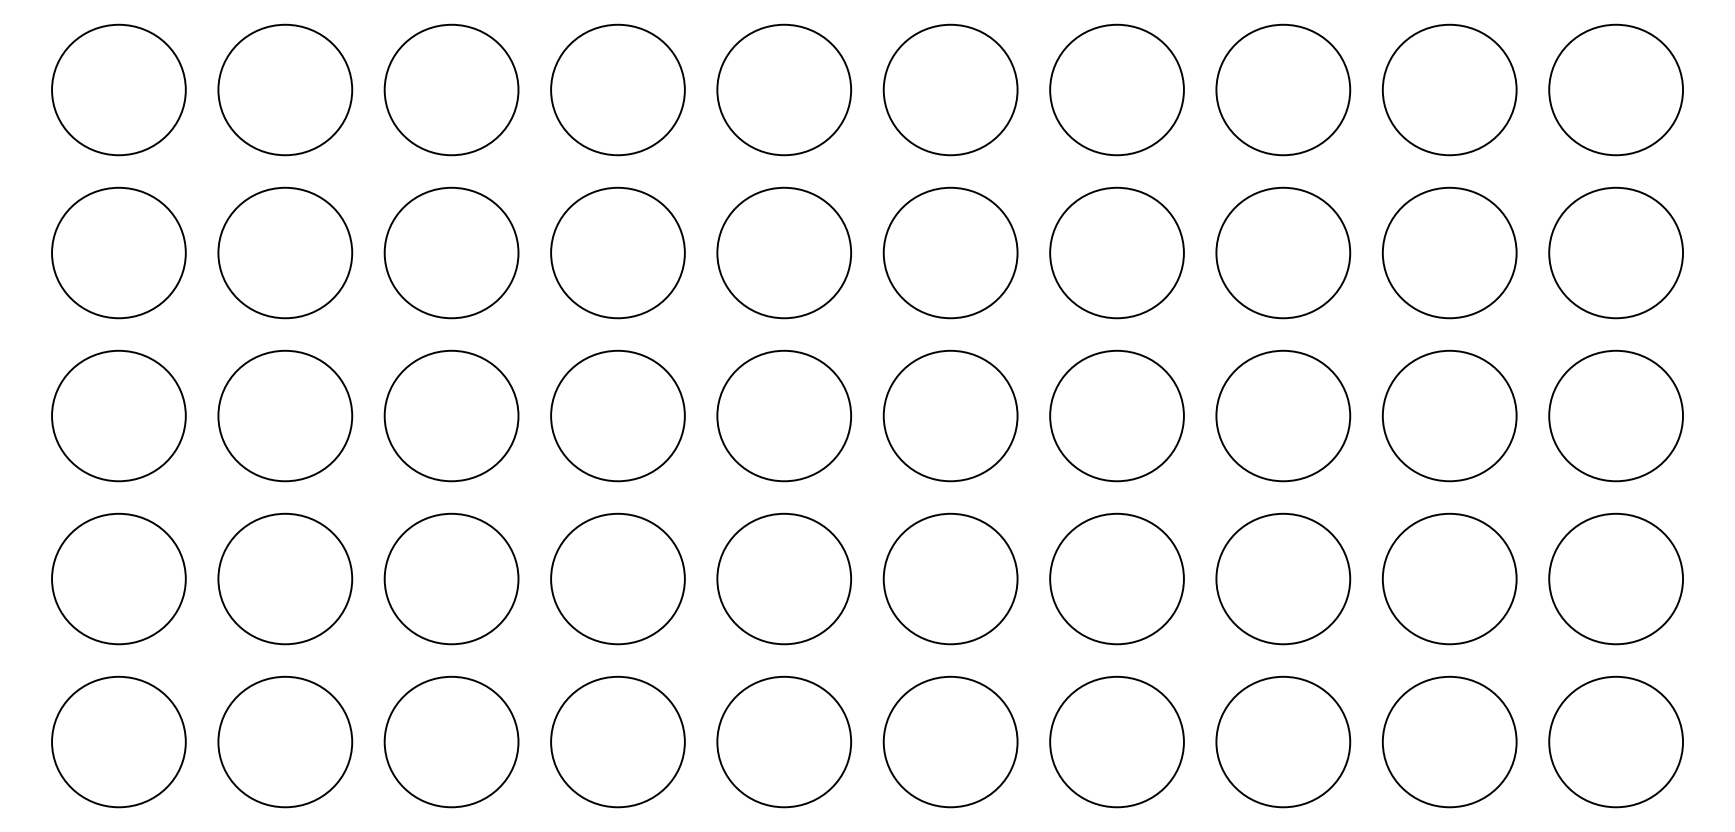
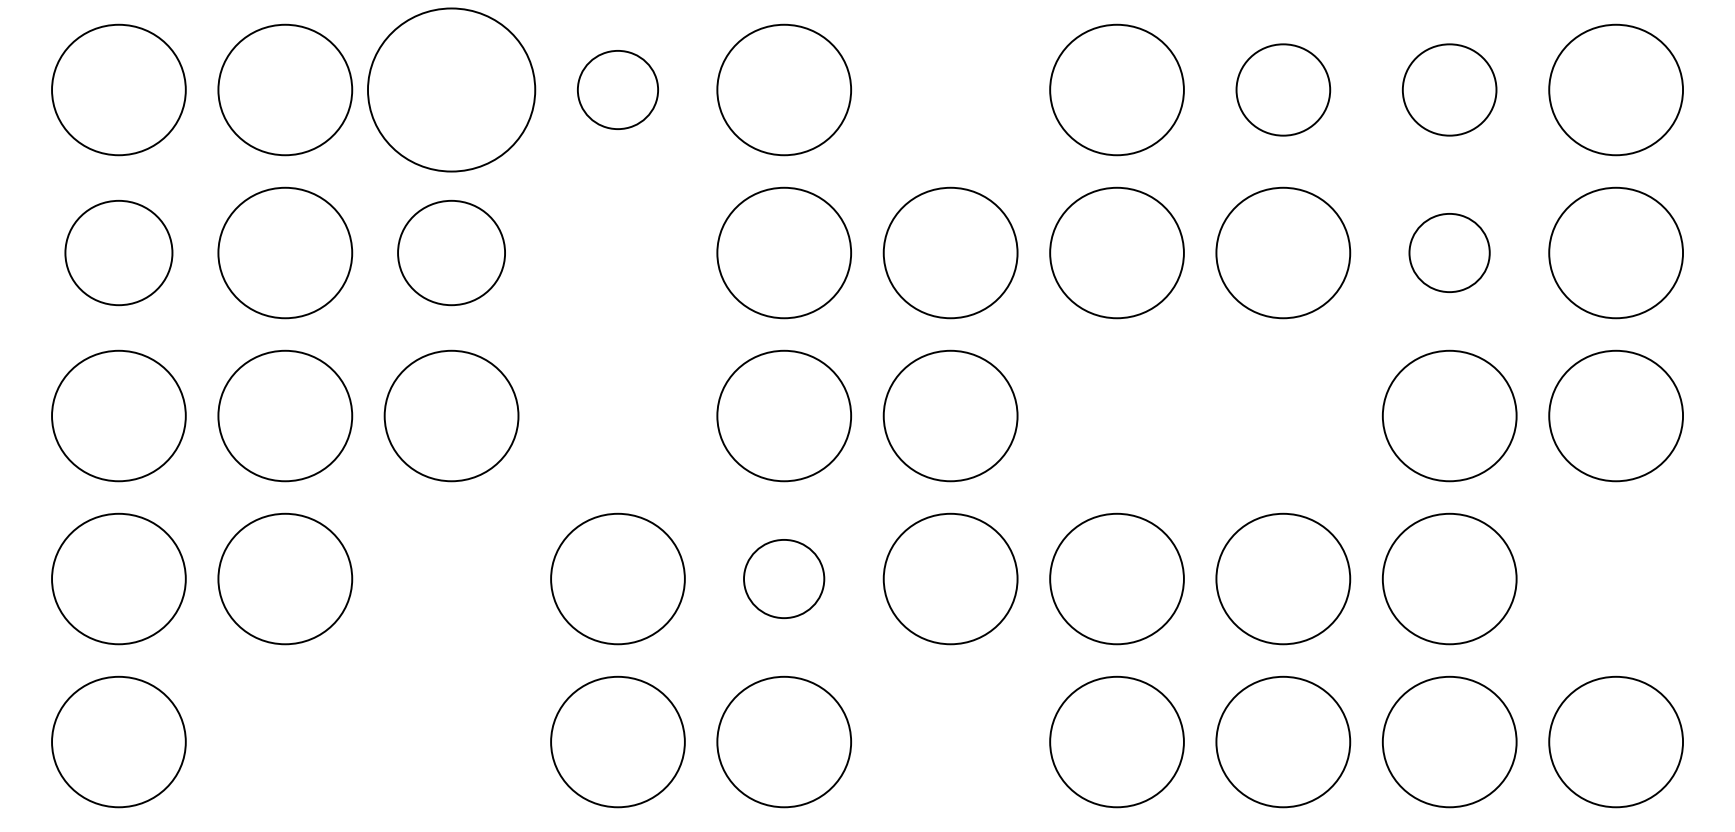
part at (451, 89) size: 137x134 px -> 170x166 px
part at (617, 89) size: 136x134 px -> 82x80 px
part at (950, 89): present -> none
part at (1283, 89) size: 137x134 px -> 97x94 px
part at (1449, 89) size: 137x134 px -> 97x94 px
part at (118, 252) size: 136x134 px -> 110x107 px
part at (451, 252) size: 137x134 px -> 109x108 px
part at (617, 252): present -> none
part at (1449, 252) size: 137x134 px -> 83x80 px
part at (617, 415): present -> none
part at (1116, 415): present -> none
part at (1283, 415): present -> none
part at (451, 578): present -> none
part at (783, 578) size: 136x134 px -> 83x80 px
part at (1615, 578): present -> none
part at (285, 741): present -> none
part at (451, 741): present -> none
part at (950, 741): present -> none
